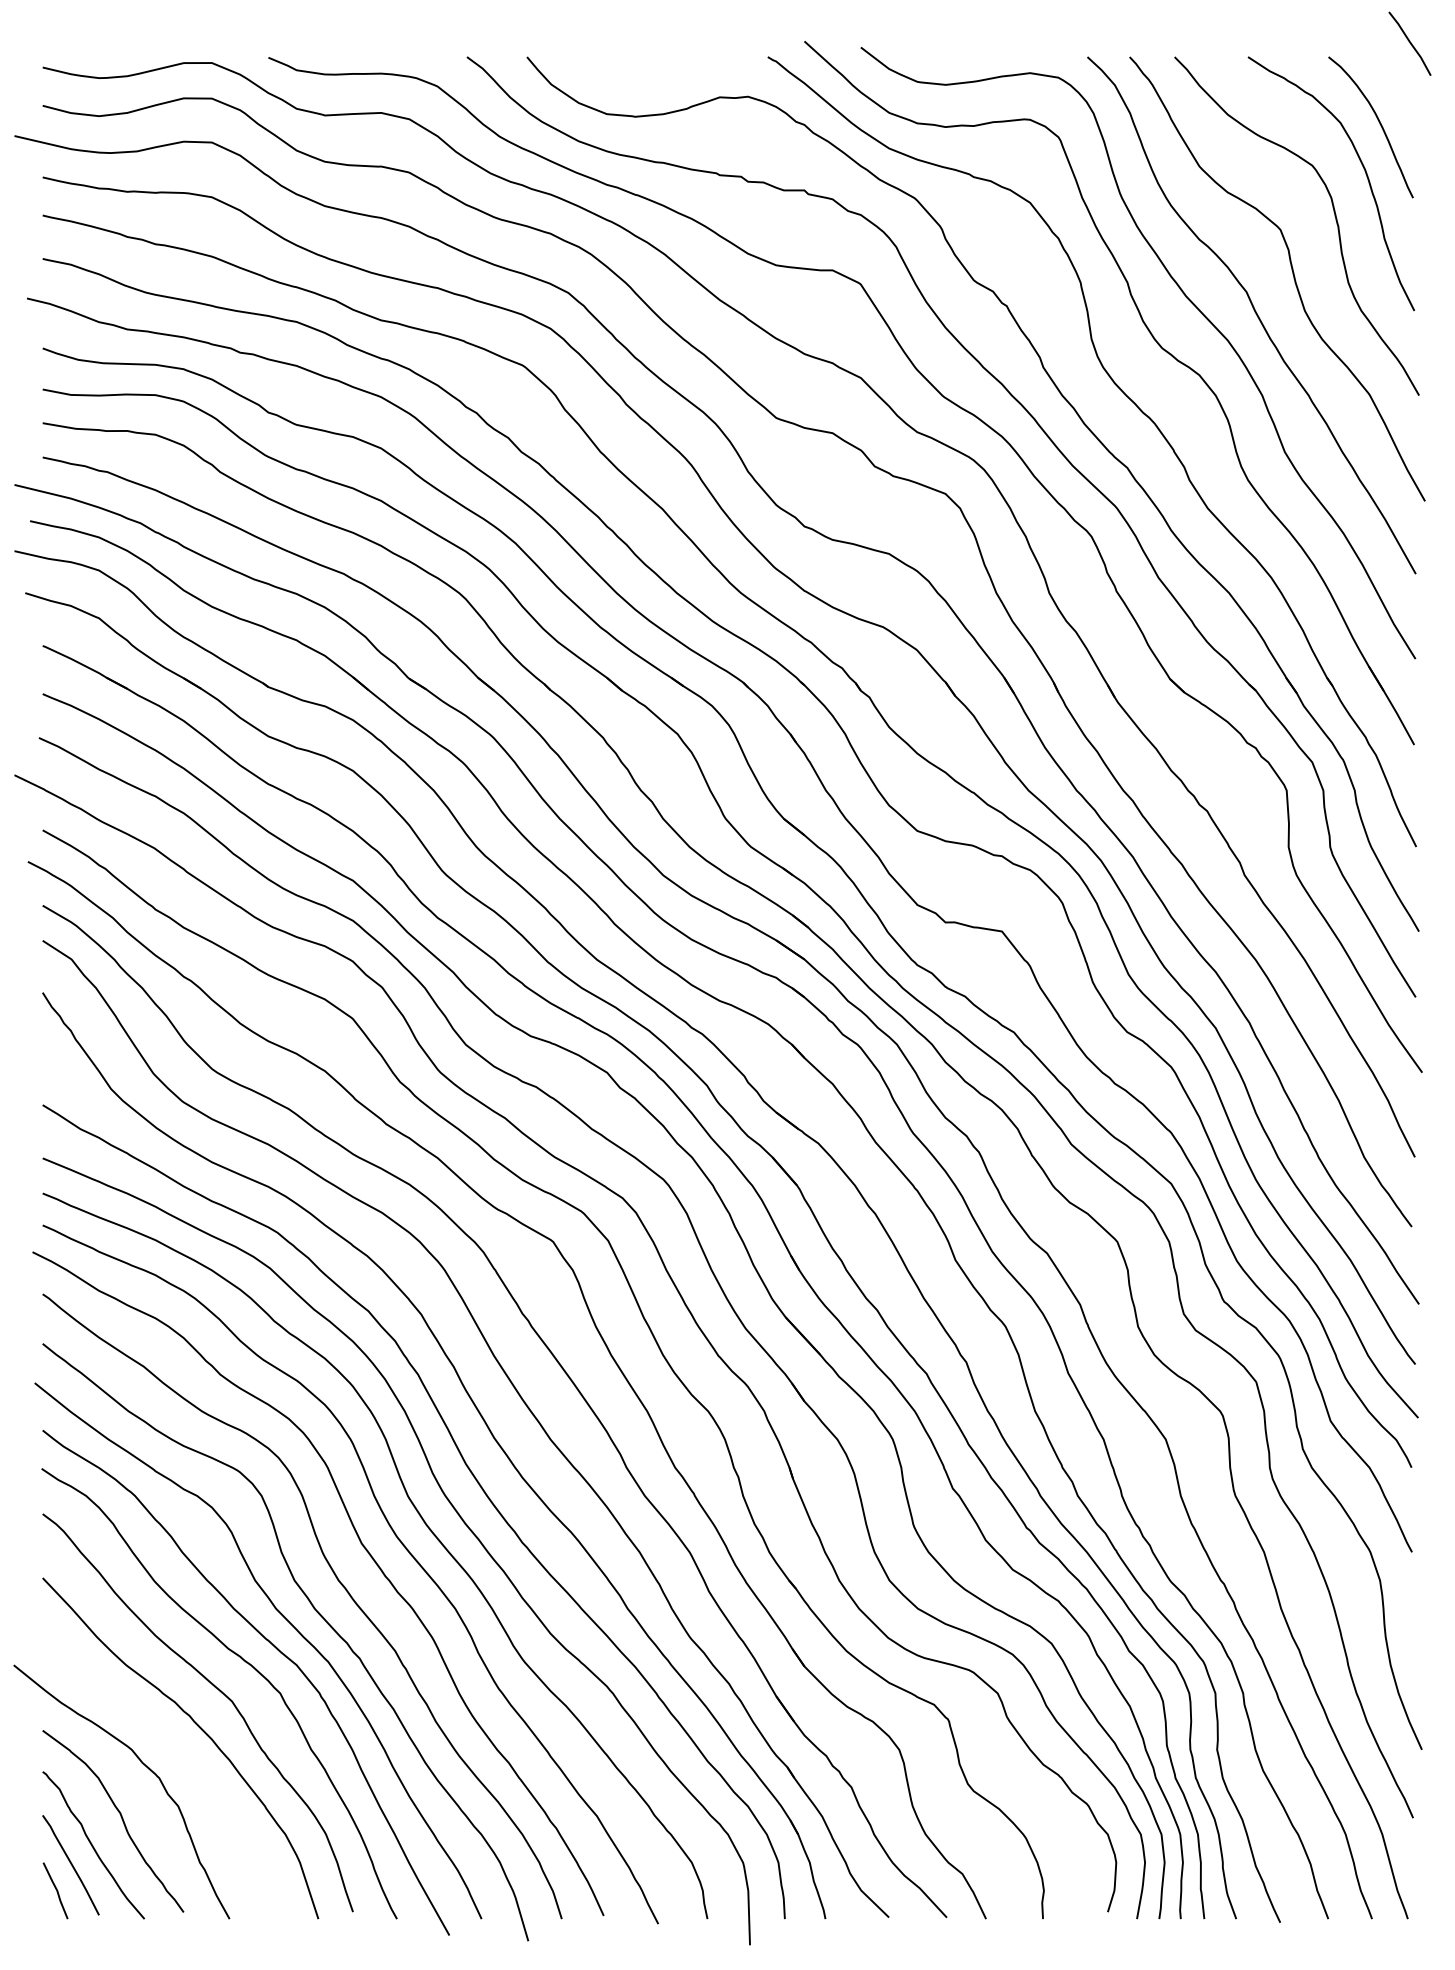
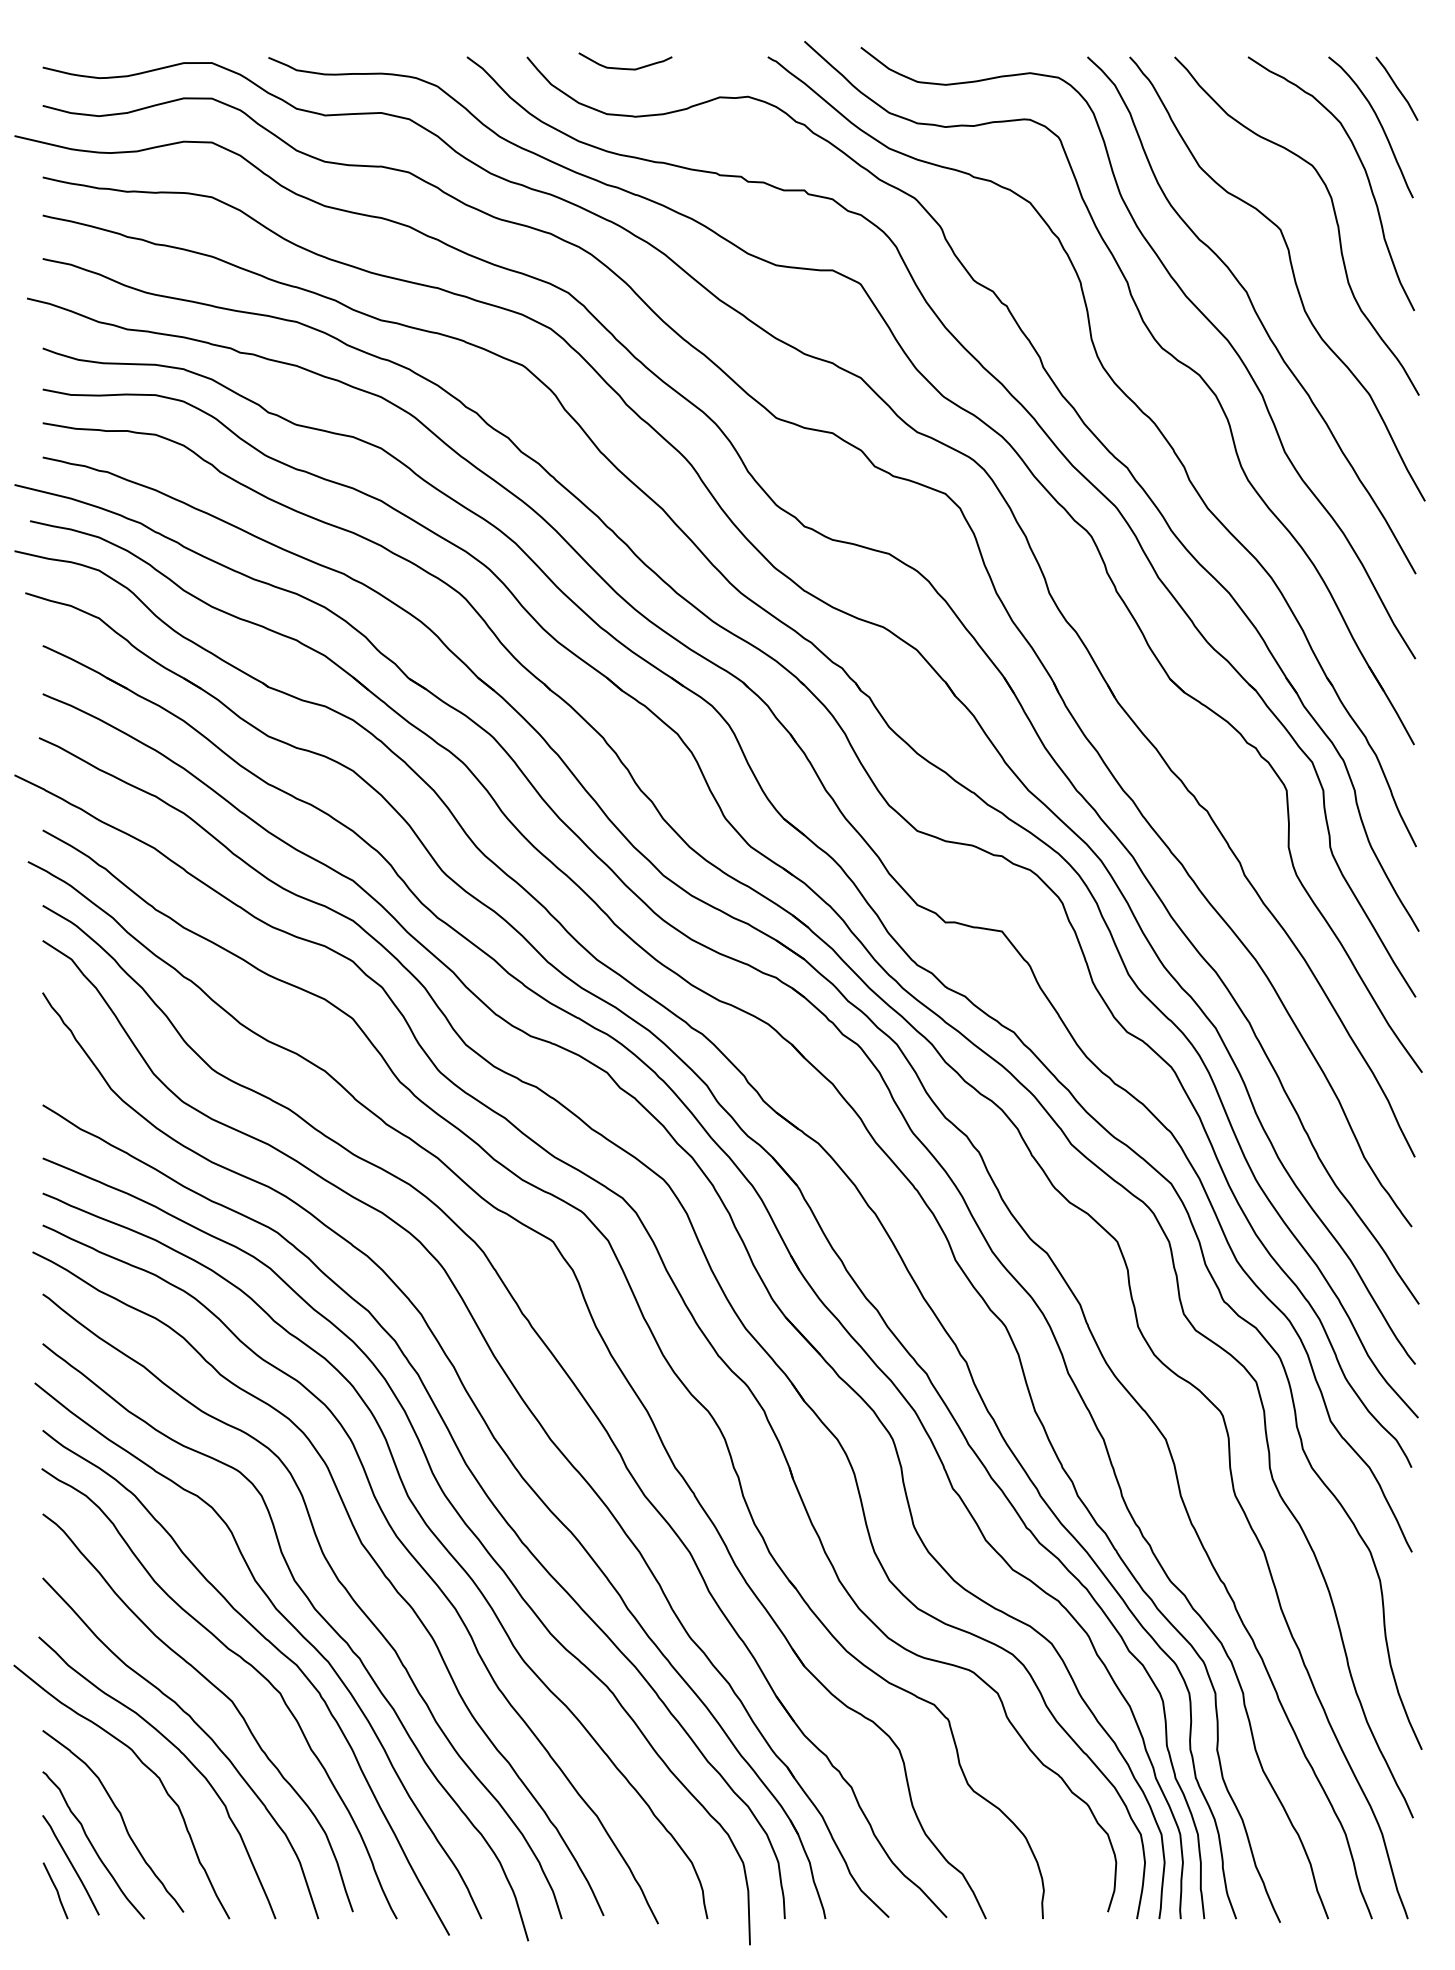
line at (1409, 43) position: (1409, 43) -> (1396, 88)
curve at (625, 68): none -> present
curve at (181, 1753): none -> present
